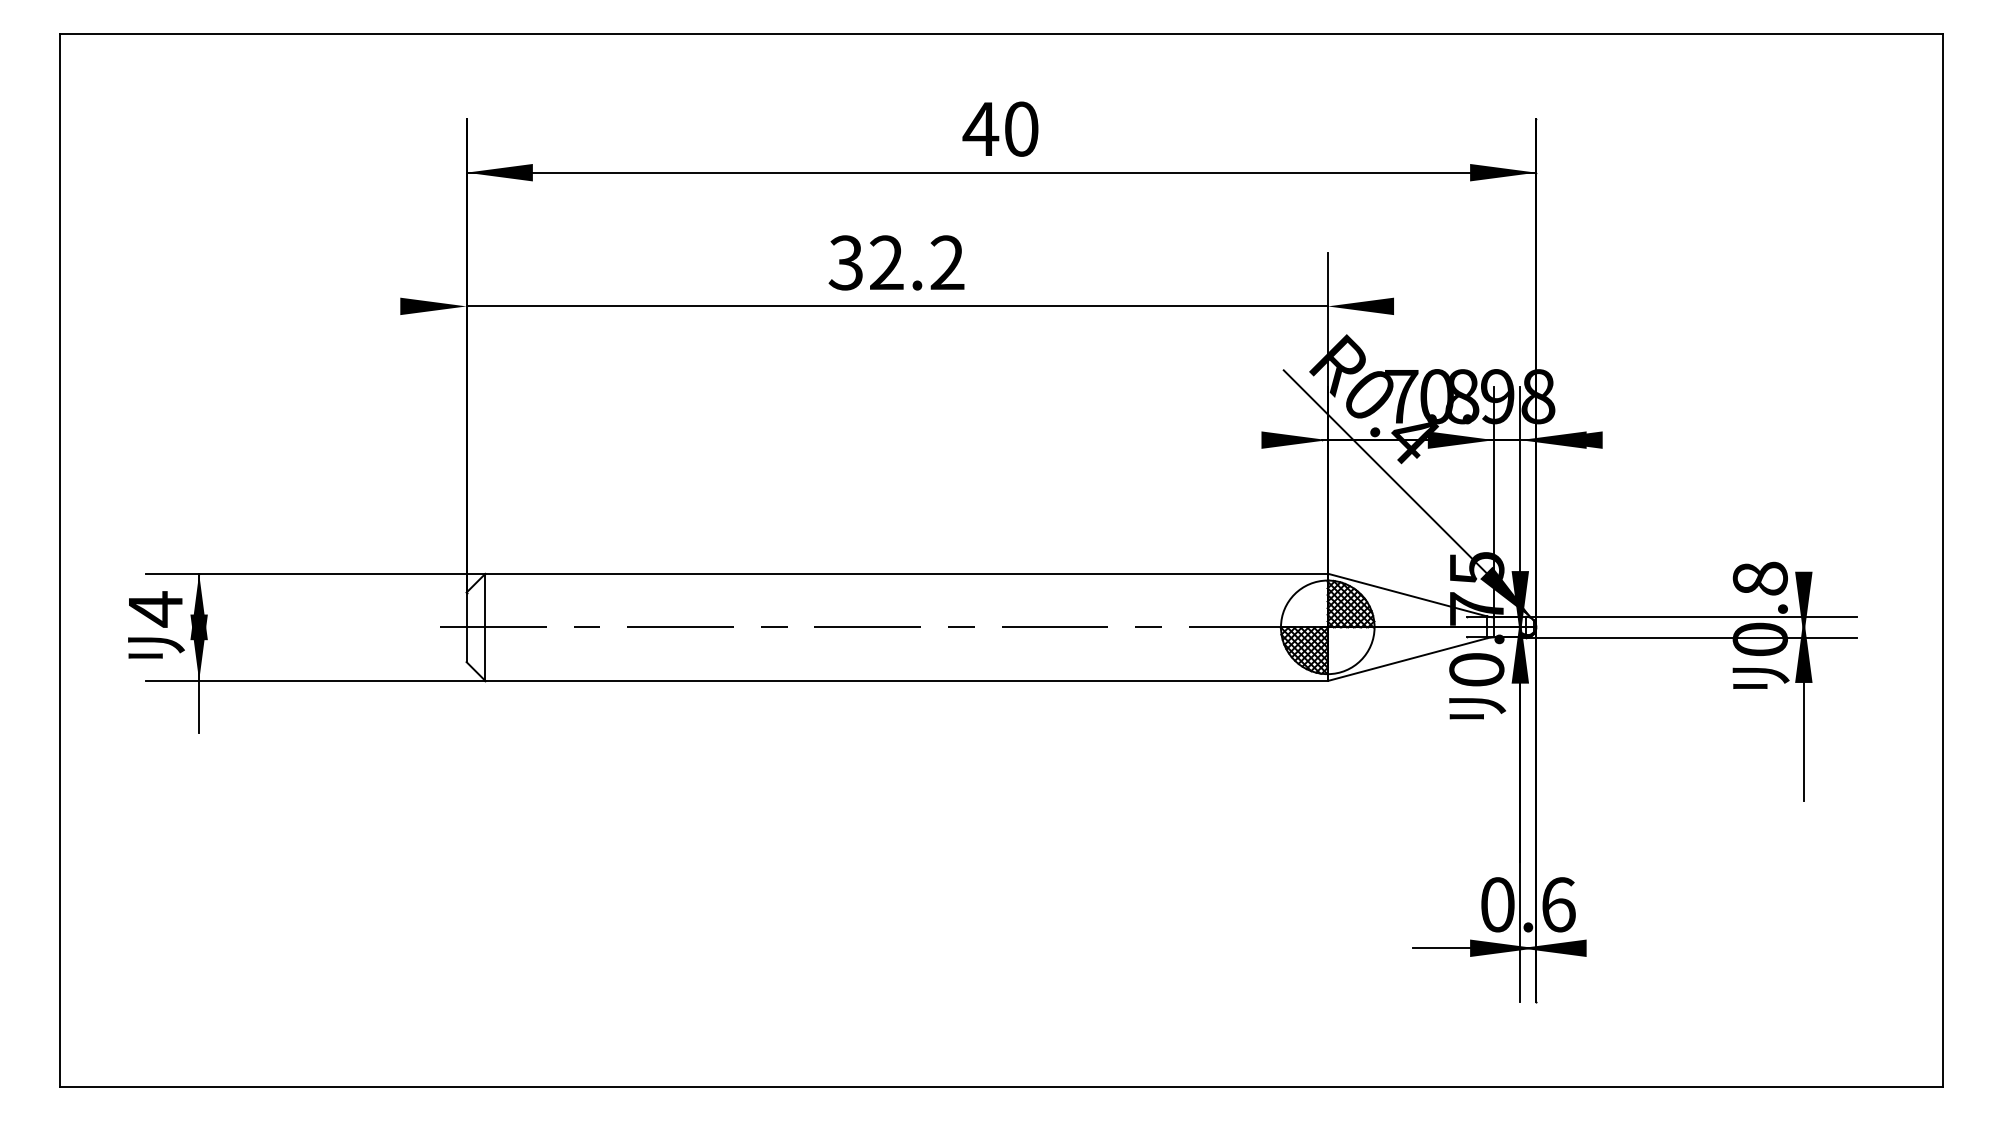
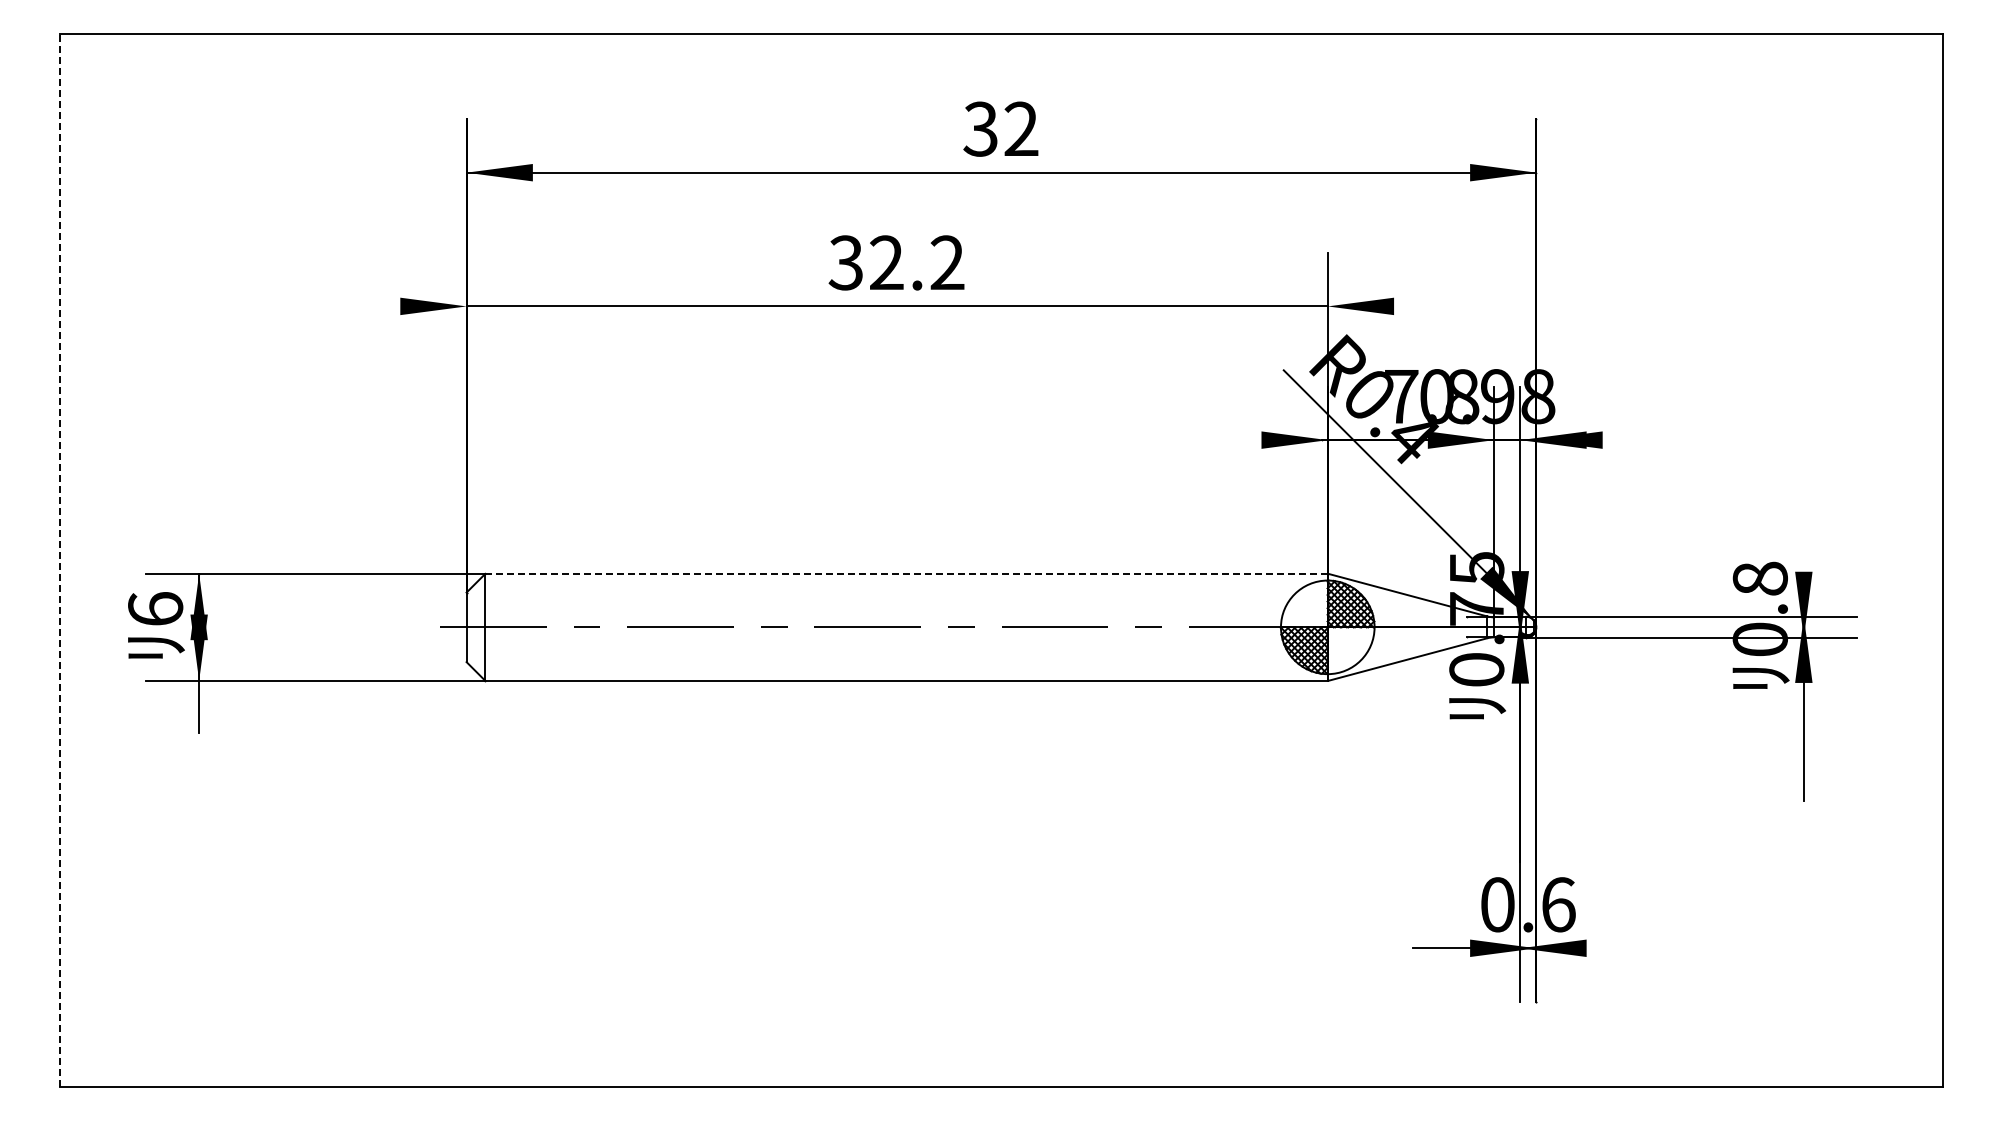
text at (1000, 128): 40 -> 32
line at (60, 560): solid -> dashed
line at (906, 573): solid -> dashed
text at (155, 609): 4 -> 6
